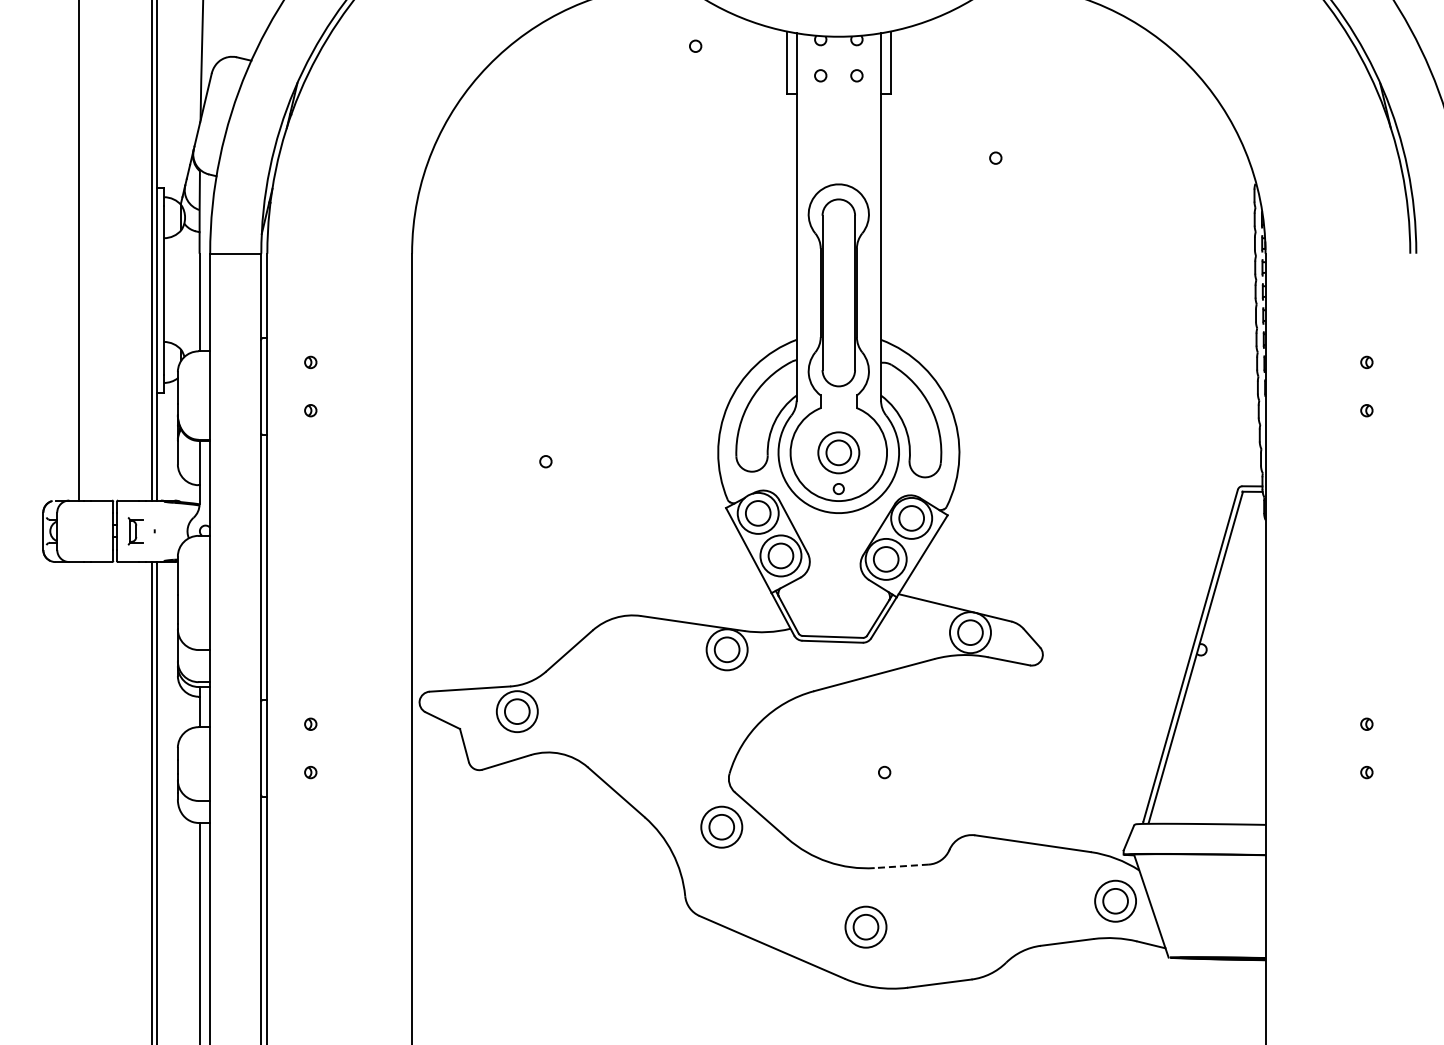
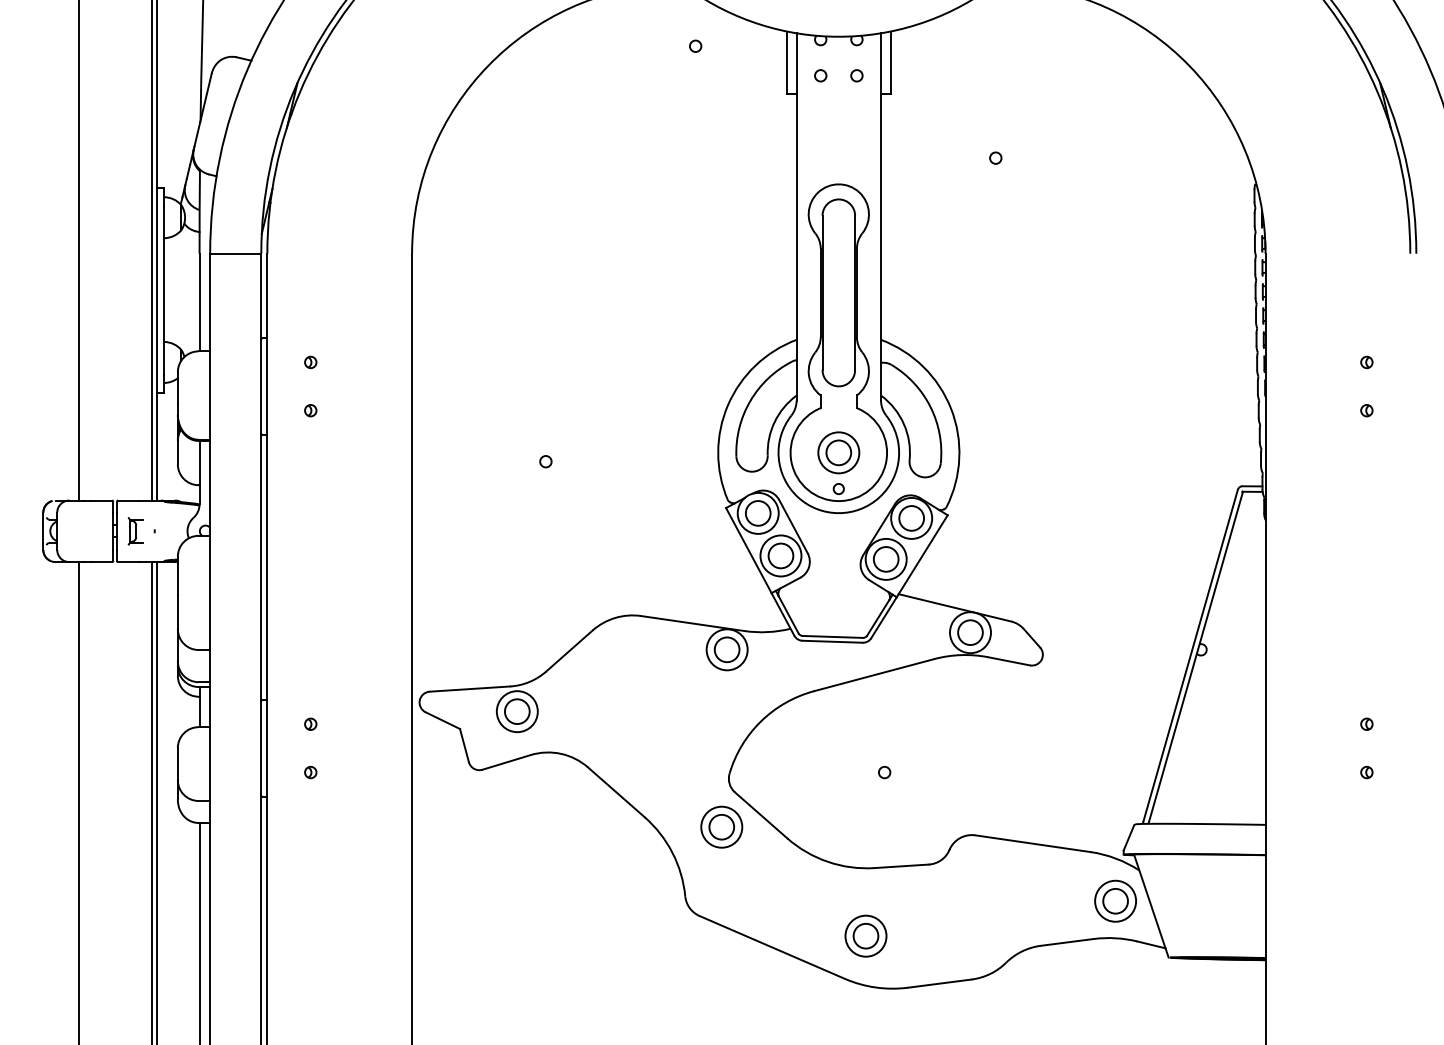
line at (78, 801): none -> present
line at (901, 866): dashed -> solid
part at (865, 926) position: (865, 926) -> (865, 935)
